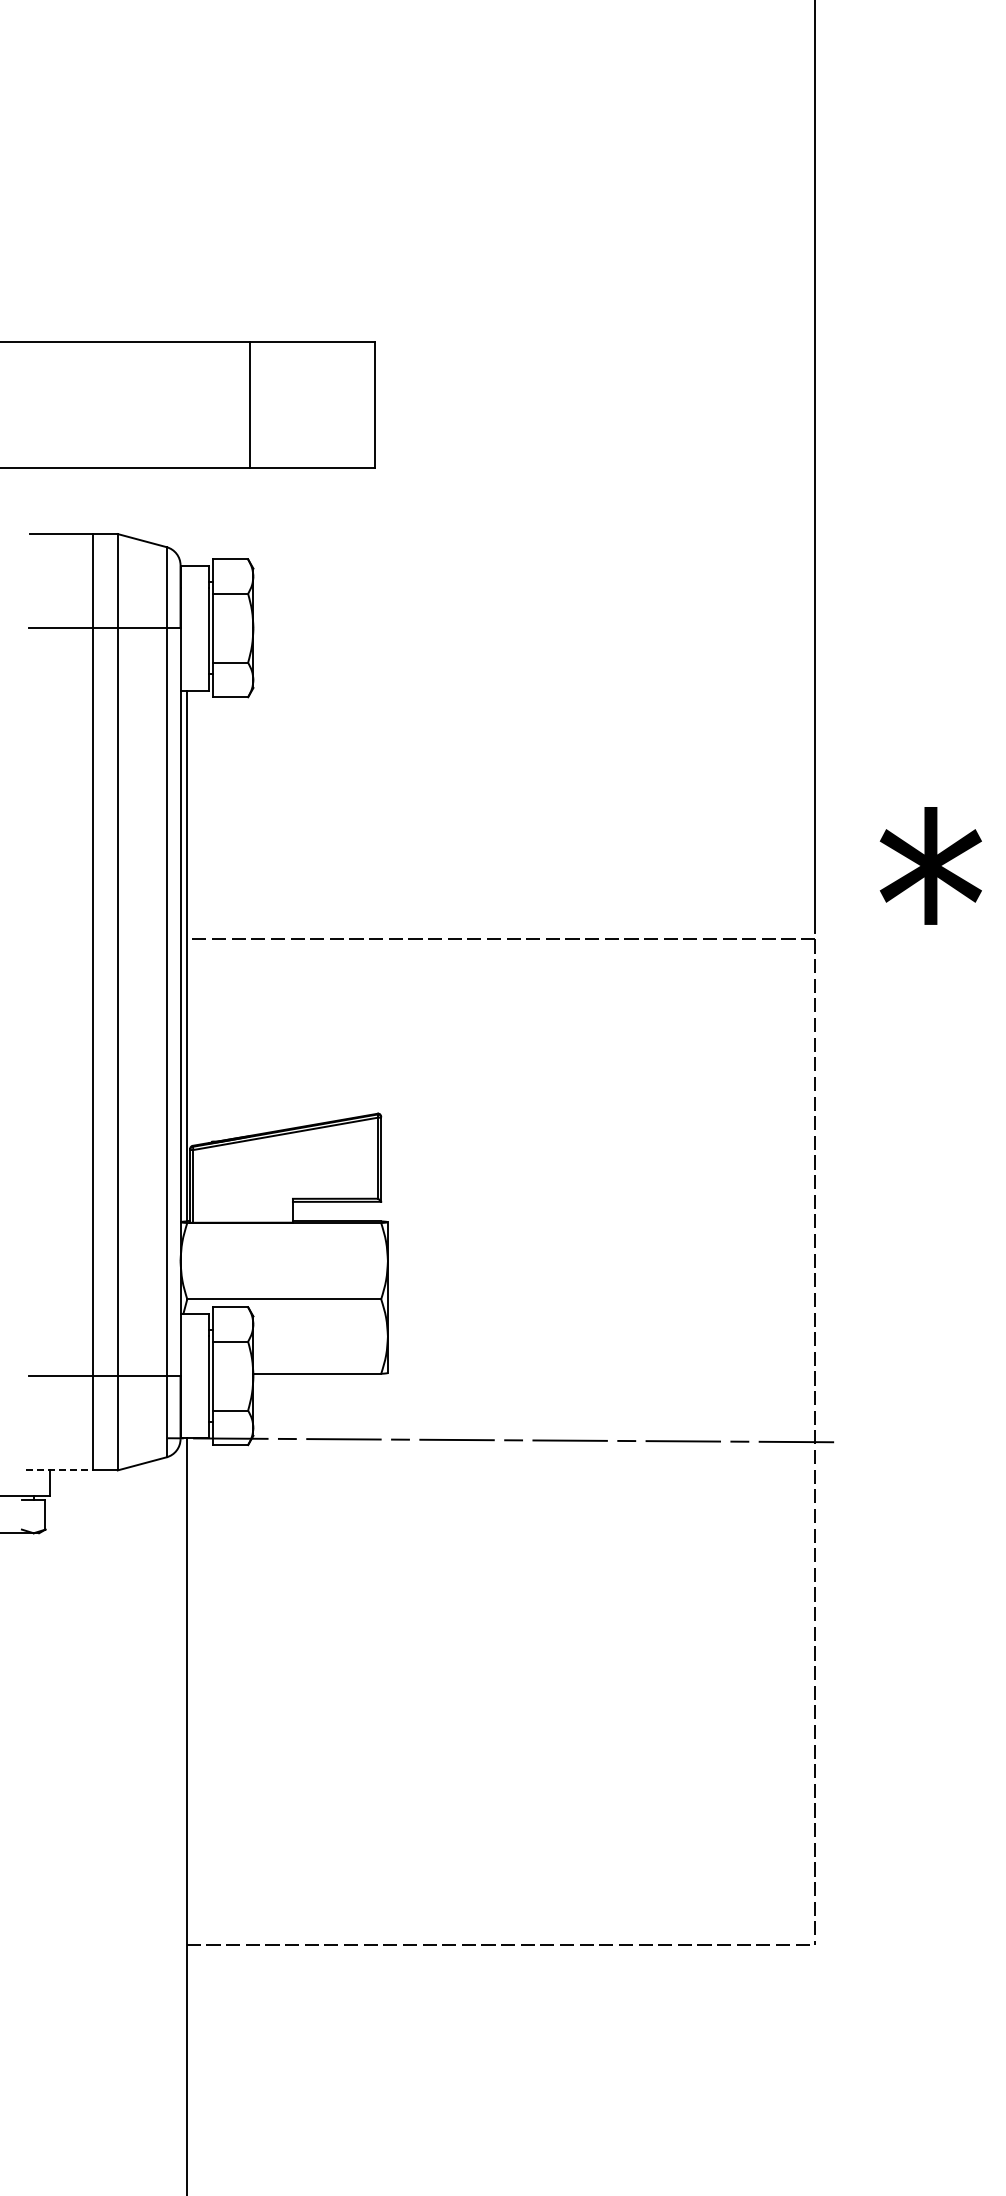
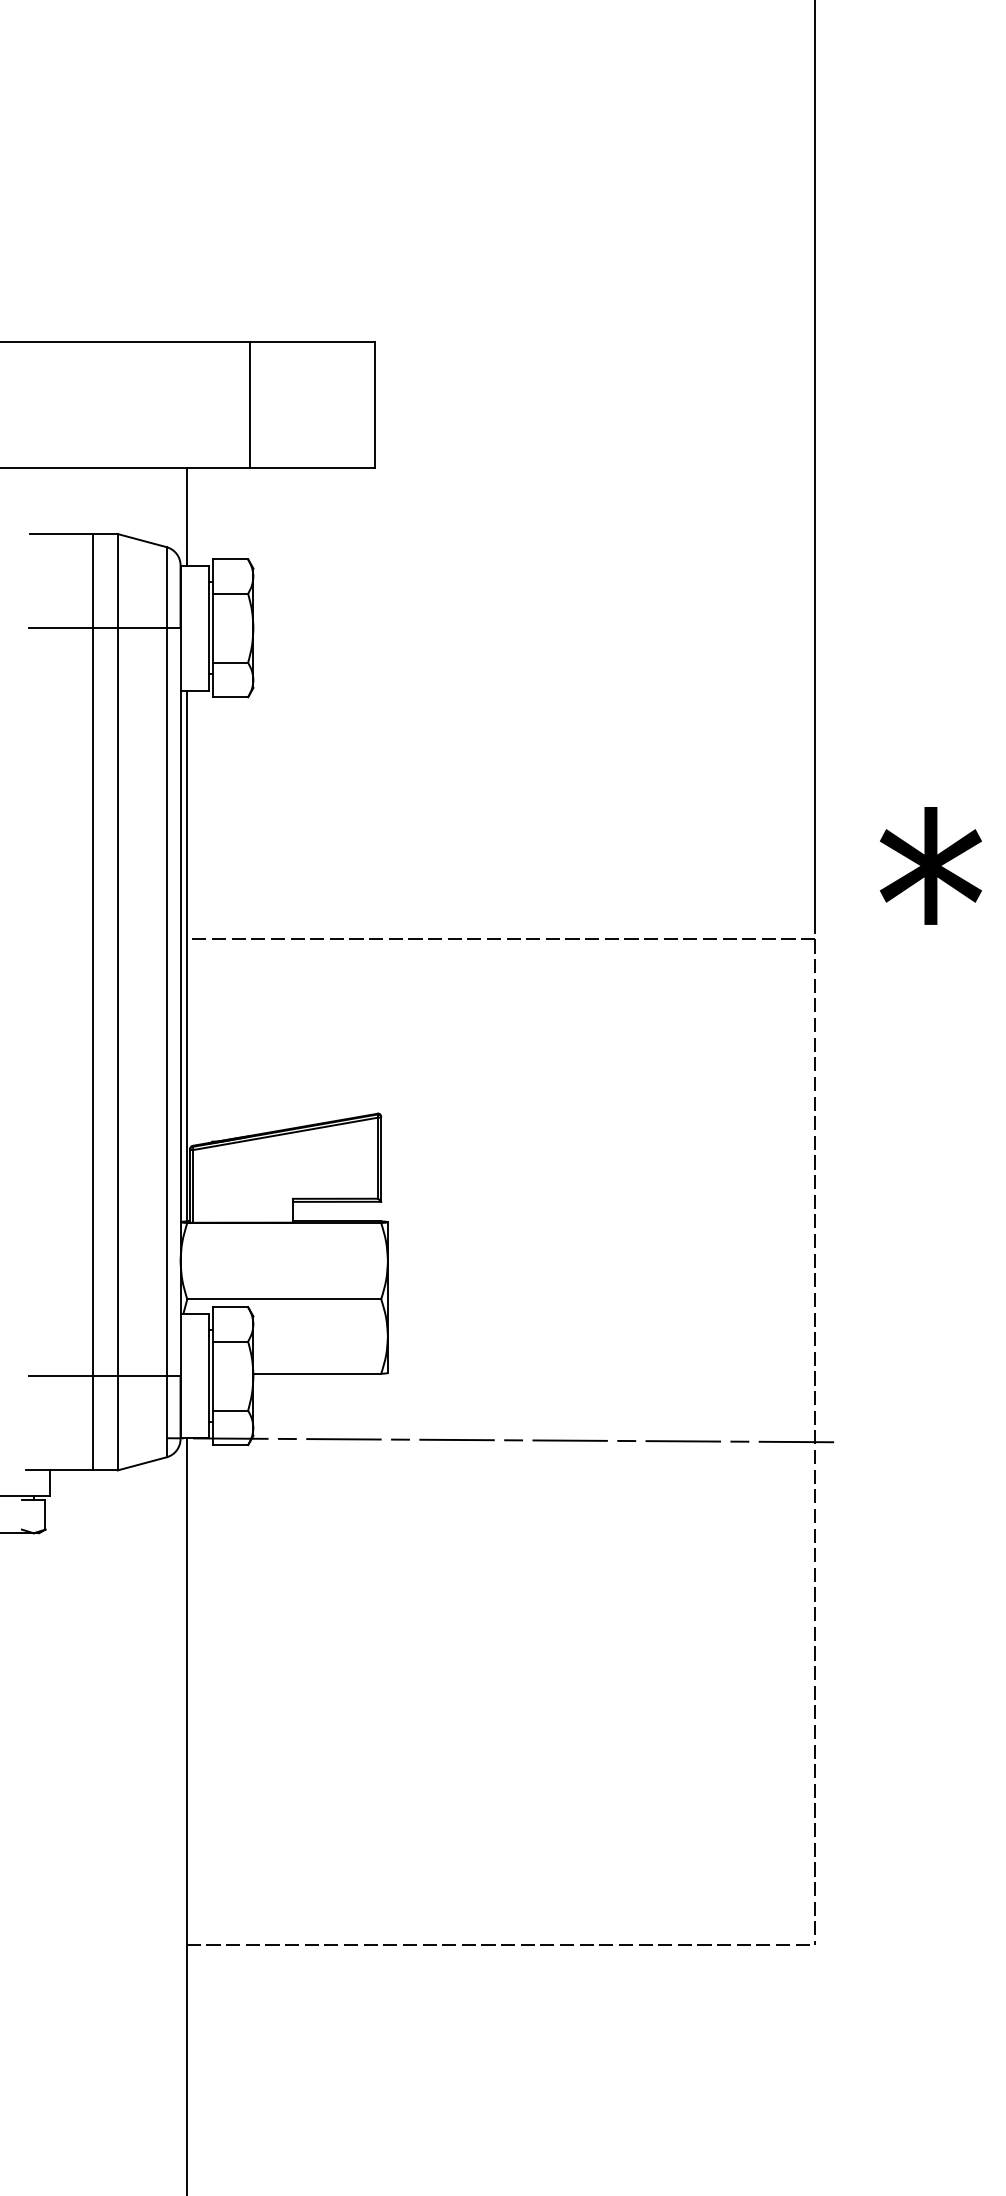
line at (186, 517): none -> present
line at (59, 1470): dashed -> solid
